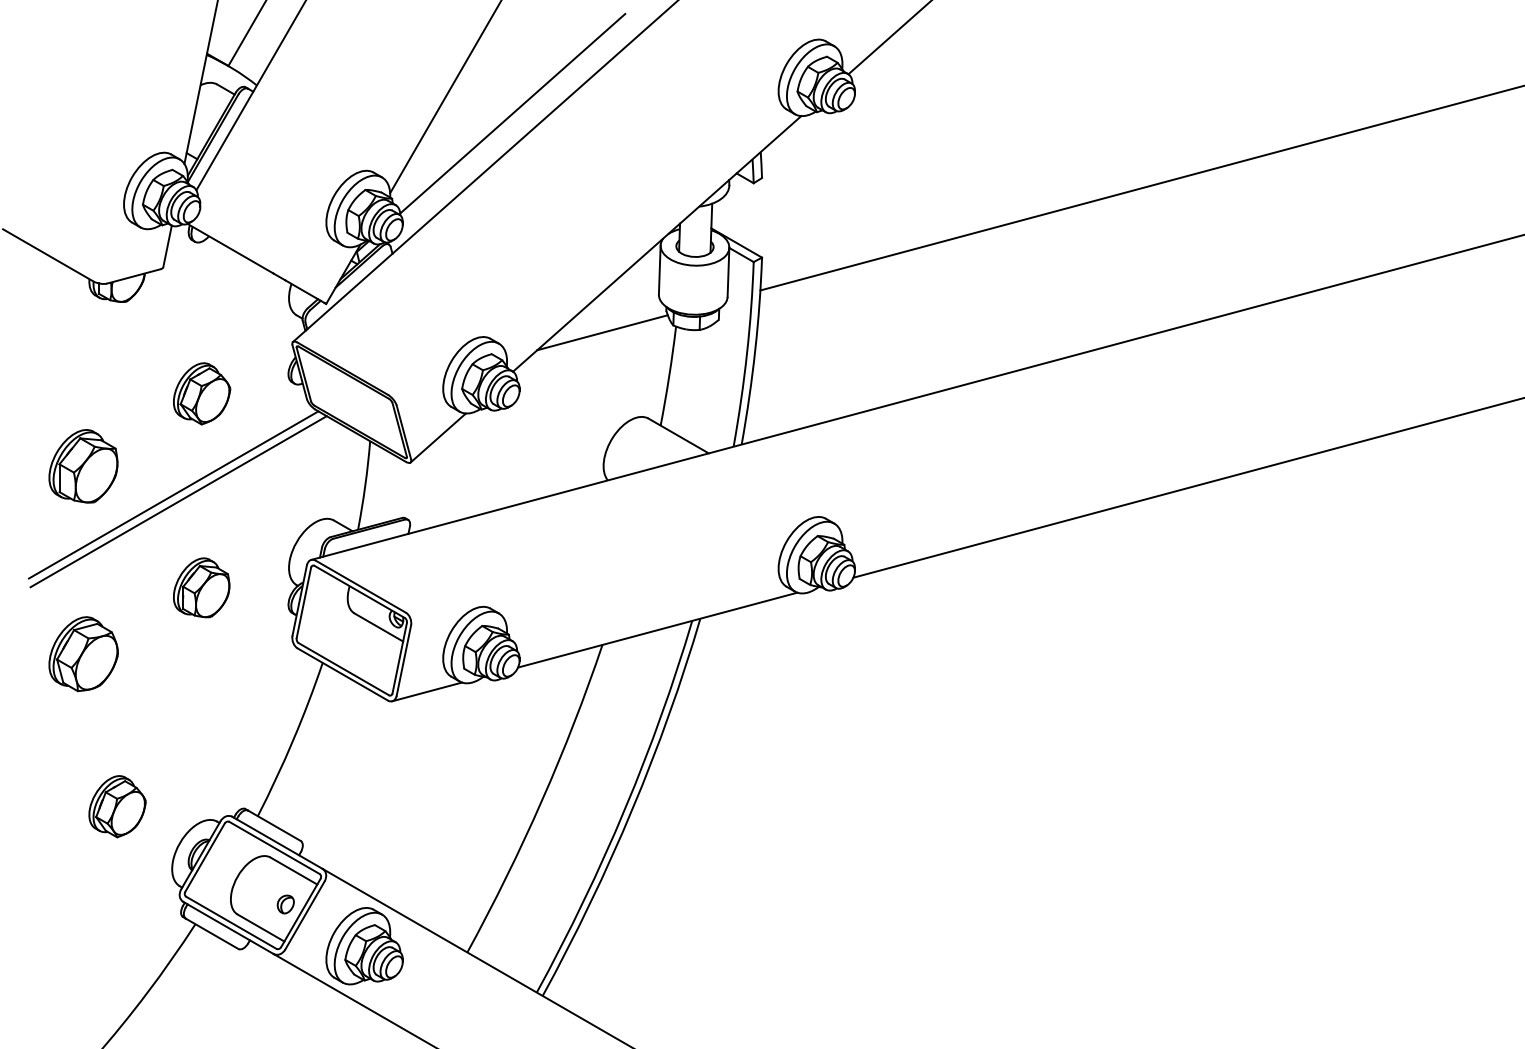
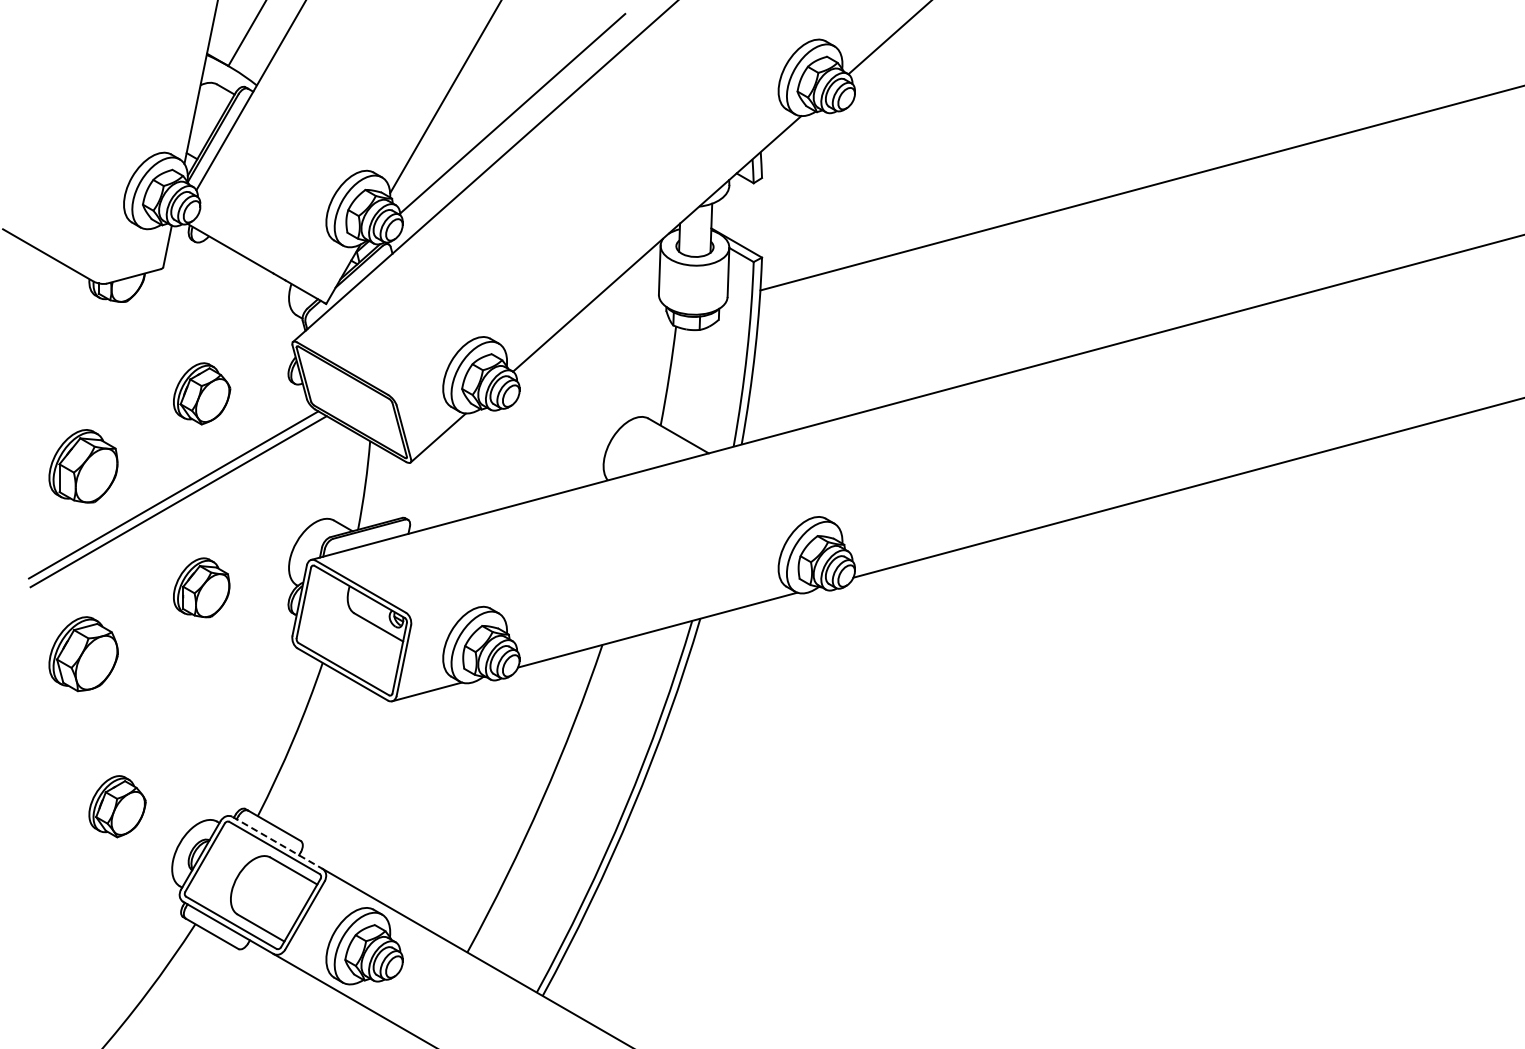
line at (602, 332): present -> none
line at (277, 843): solid -> dashed
part at (285, 904): present -> none
